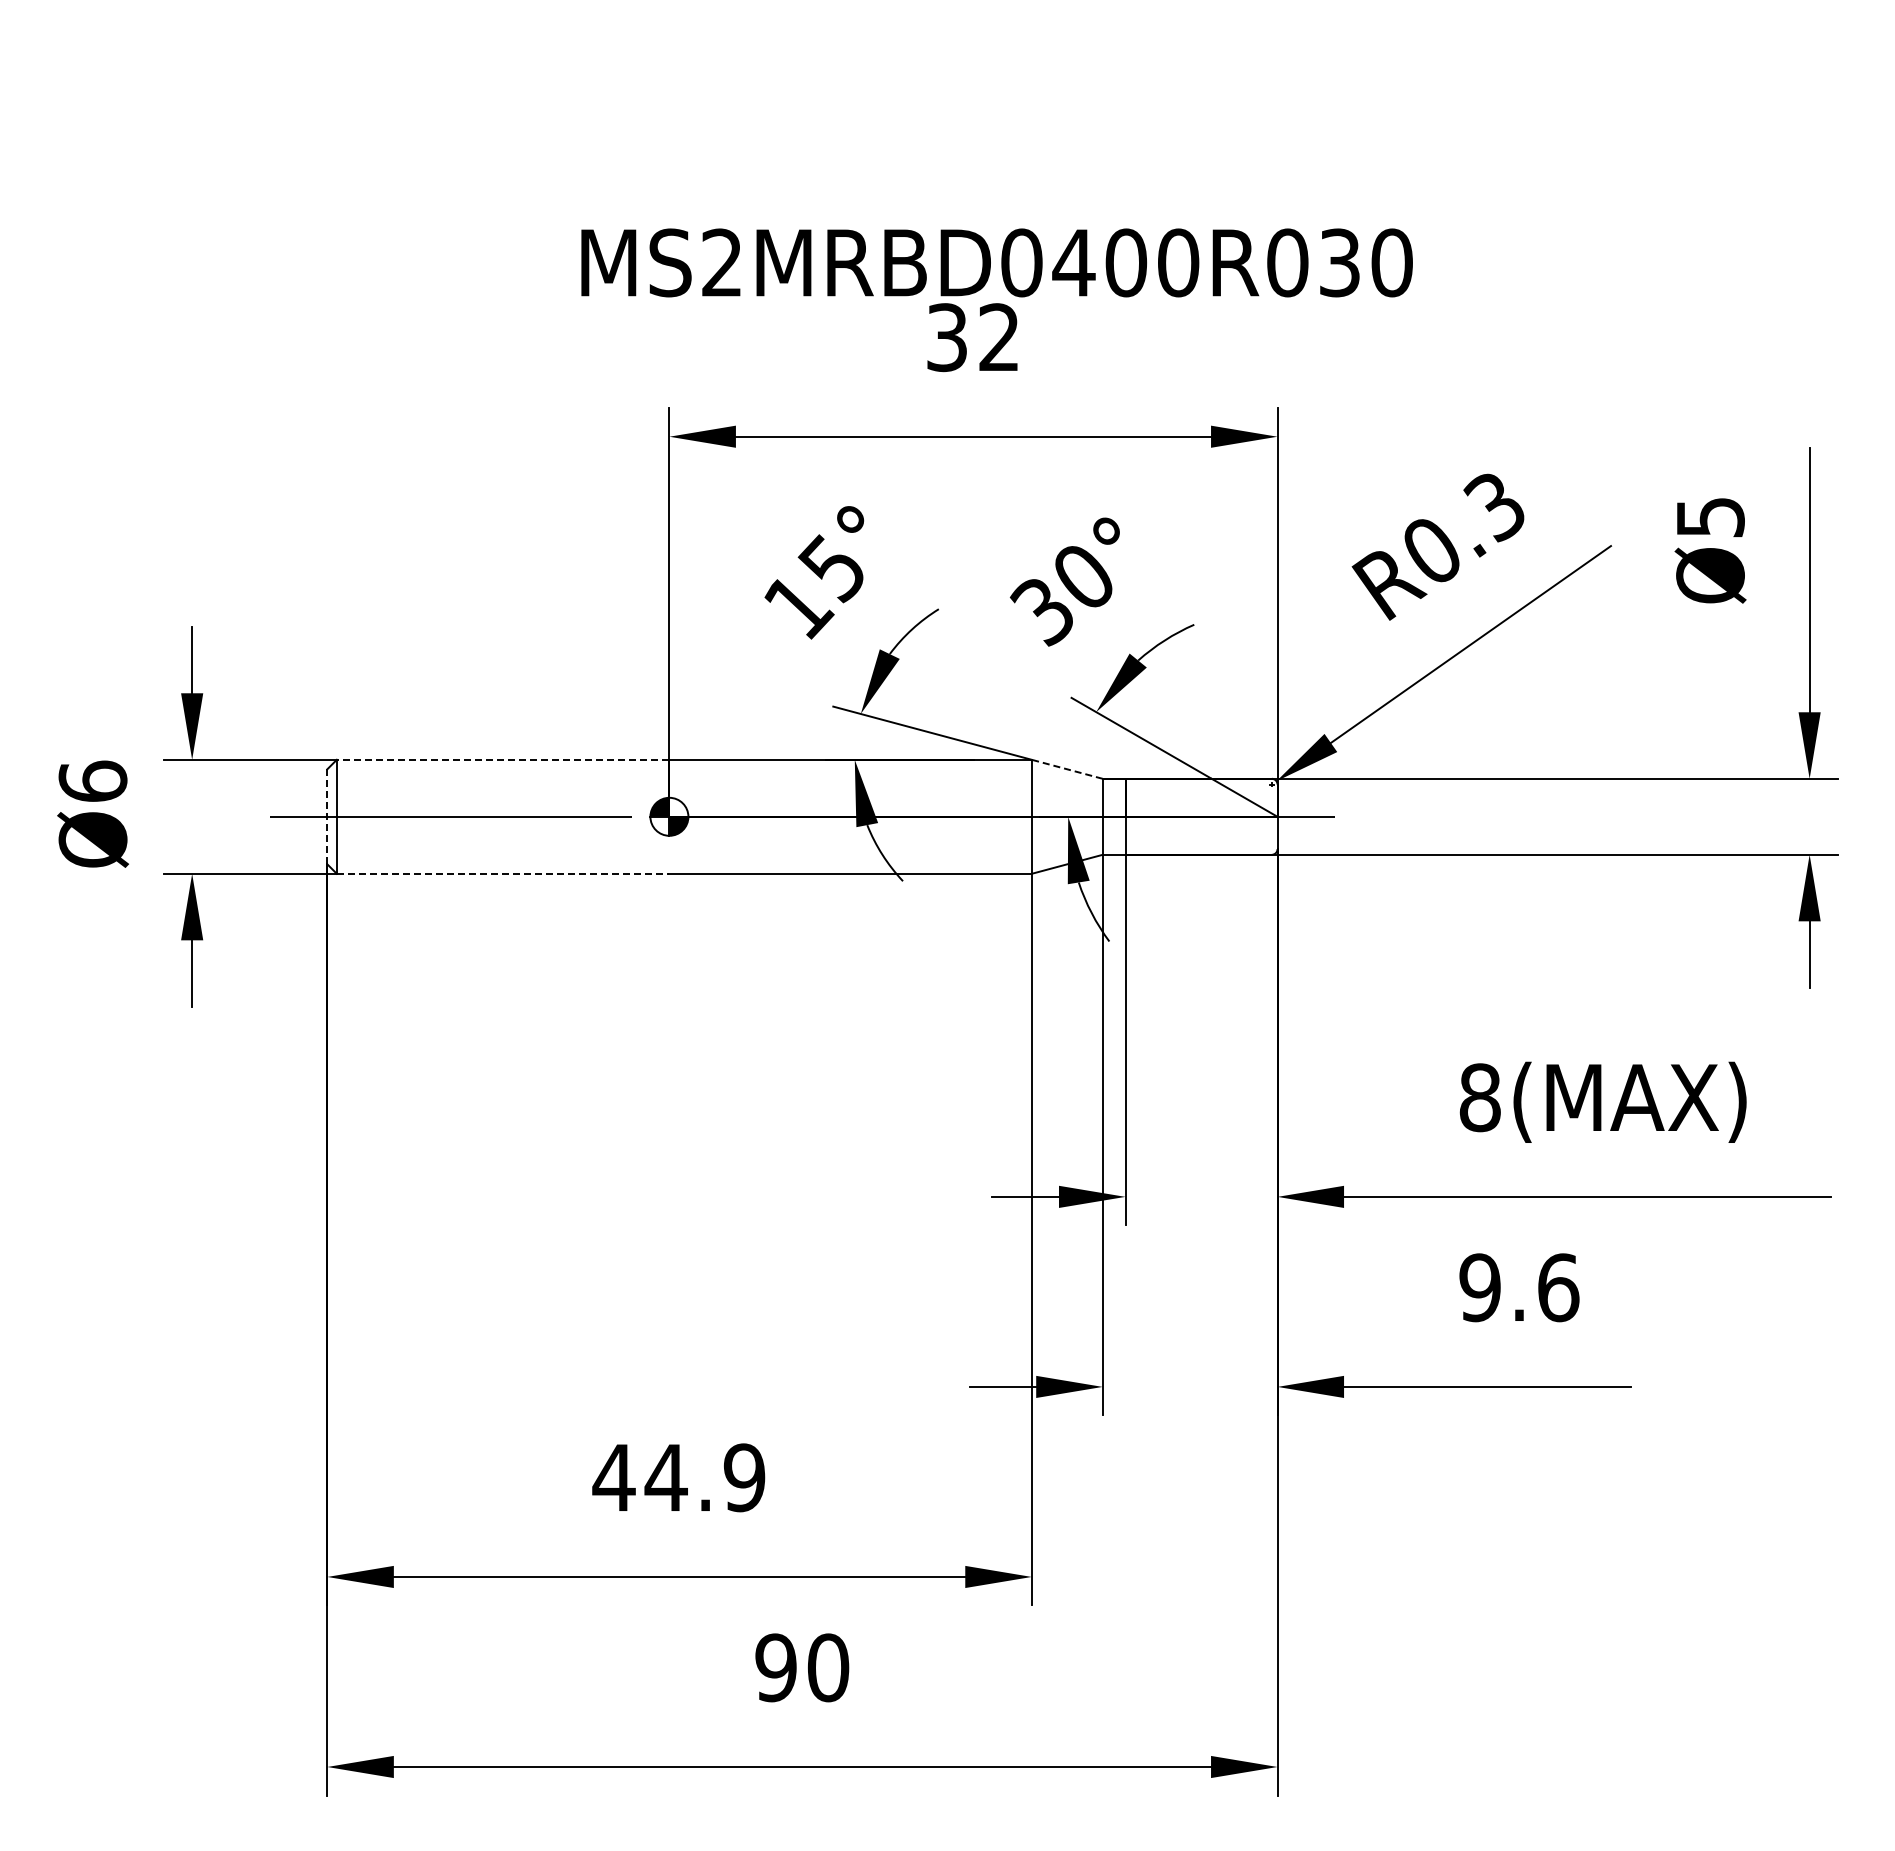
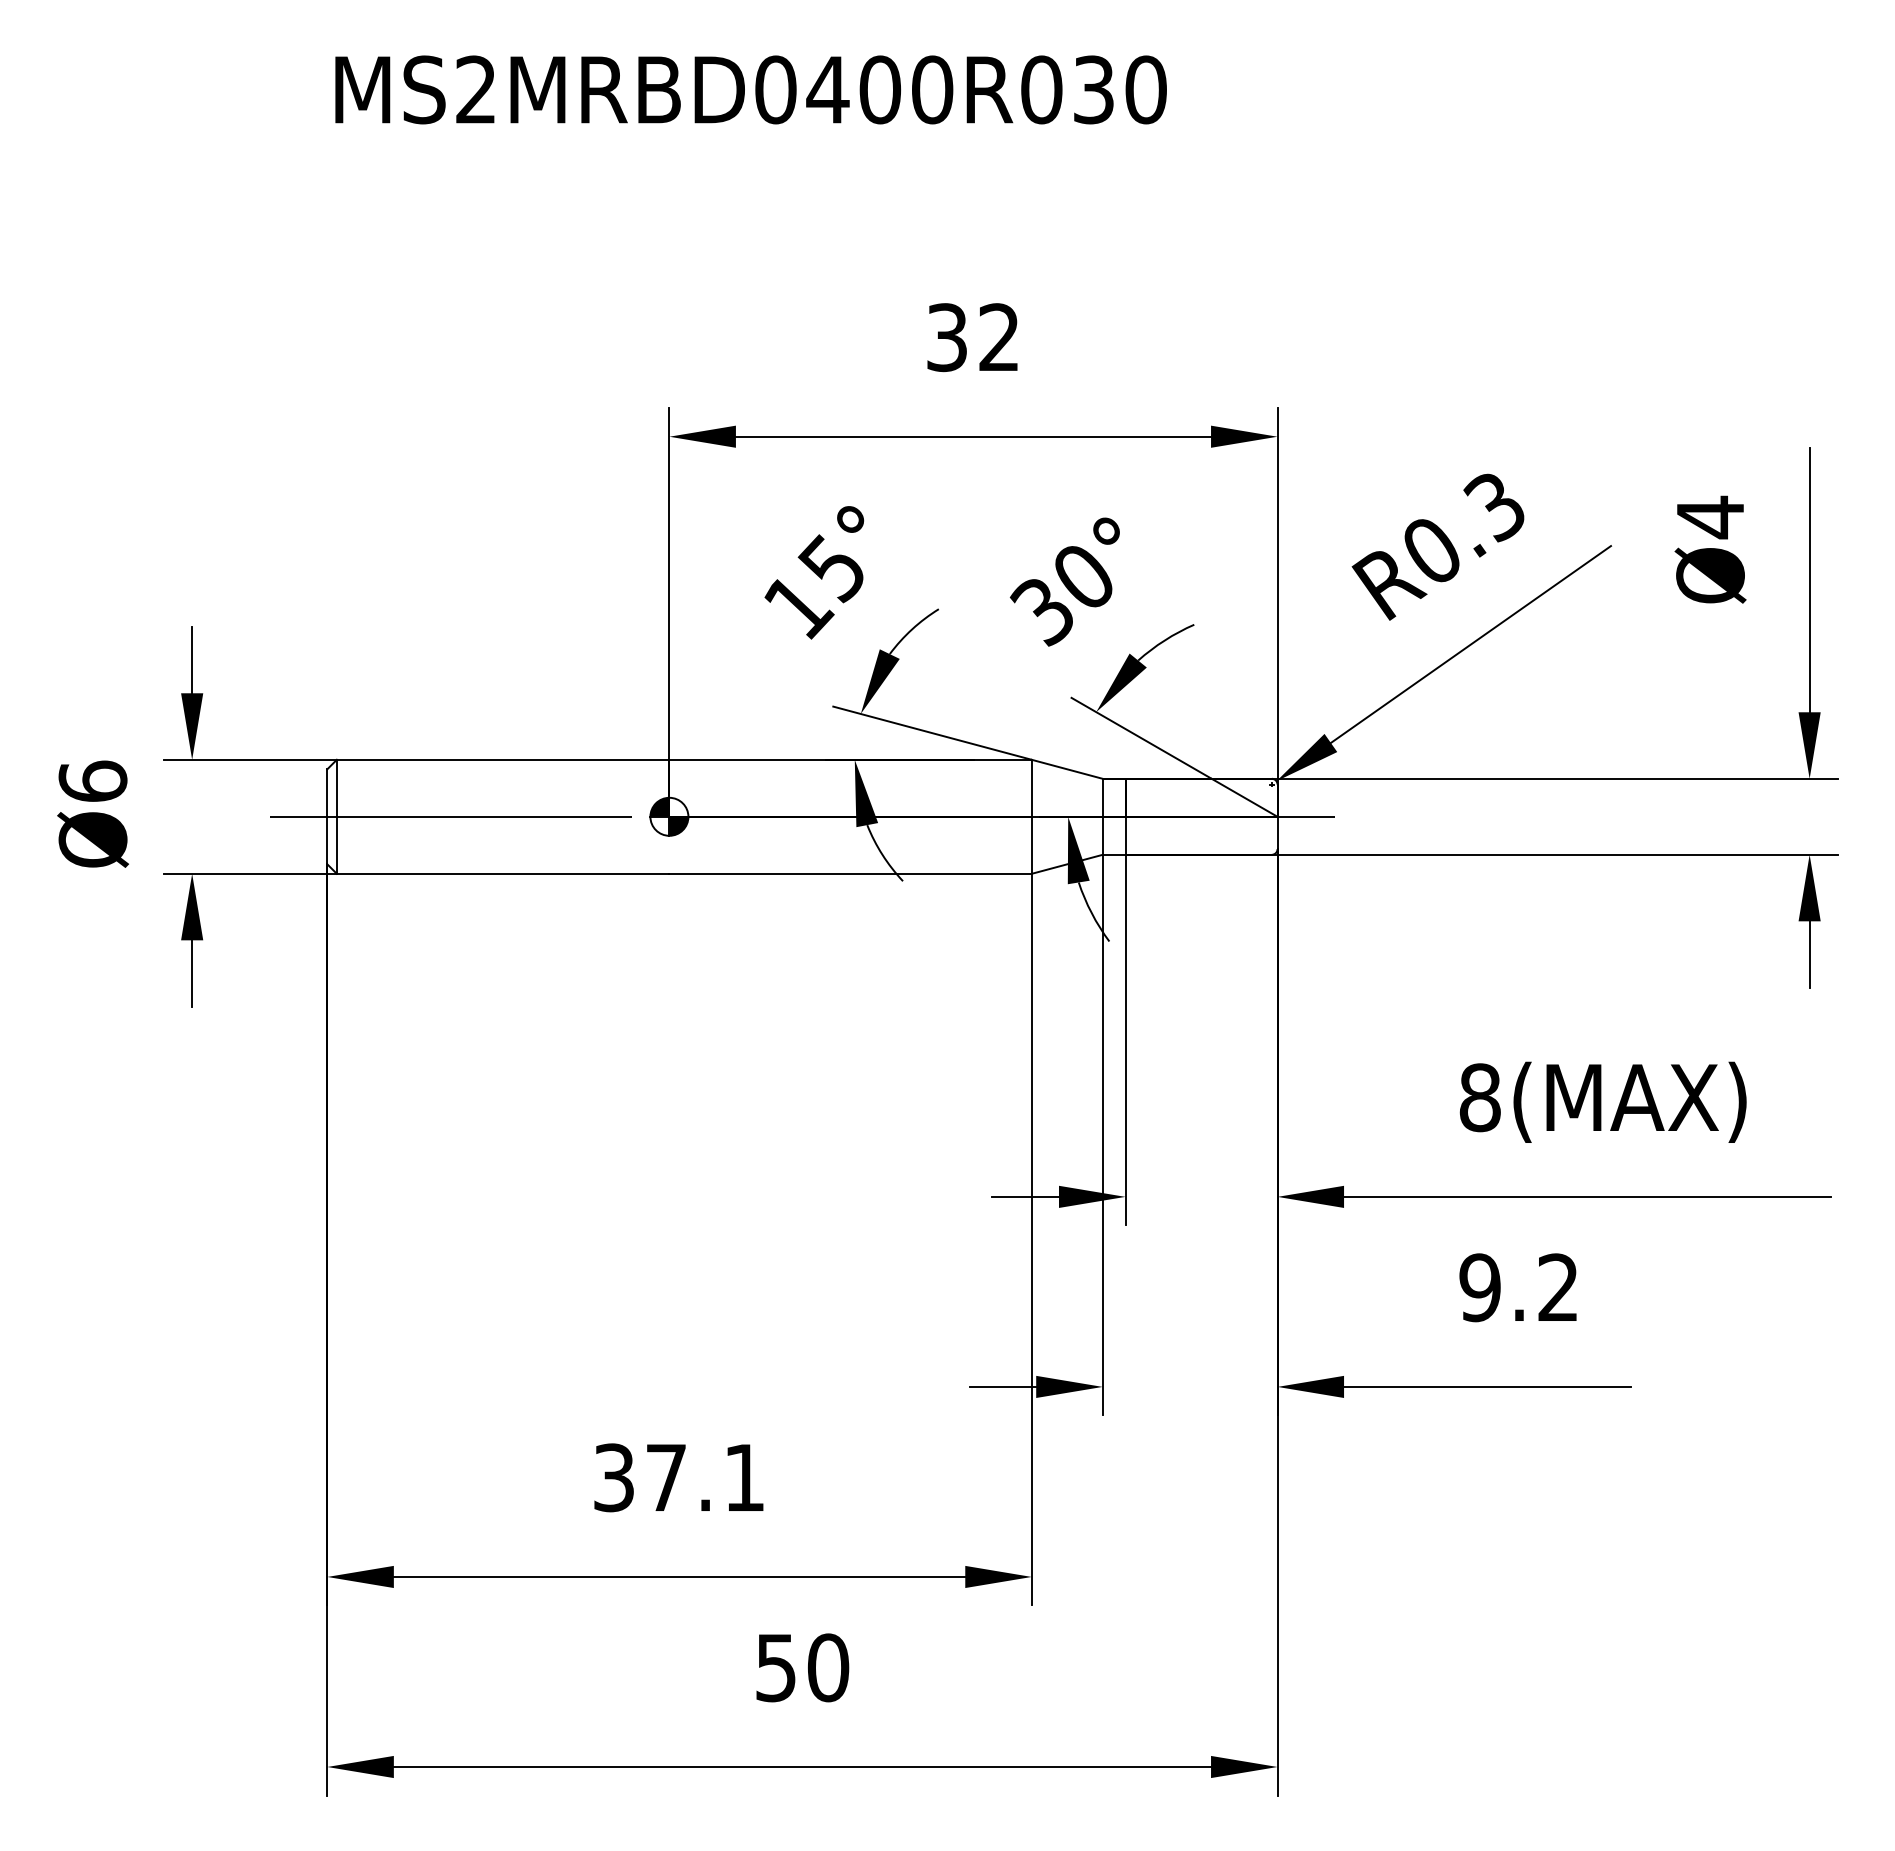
text at (996, 262) position: (996, 262) -> (750, 89)
text at (1710, 517): Ø5 -> Ø4
line at (502, 759): dashed -> solid
line at (1067, 769): dashed -> solid
line at (327, 816): dashed -> solid
line at (503, 873): dashed -> solid
text at (1558, 1287): 9.6 -> 9.2
text at (678, 1477): 44.9 -> 37.1
text at (775, 1667): 90 -> 50
